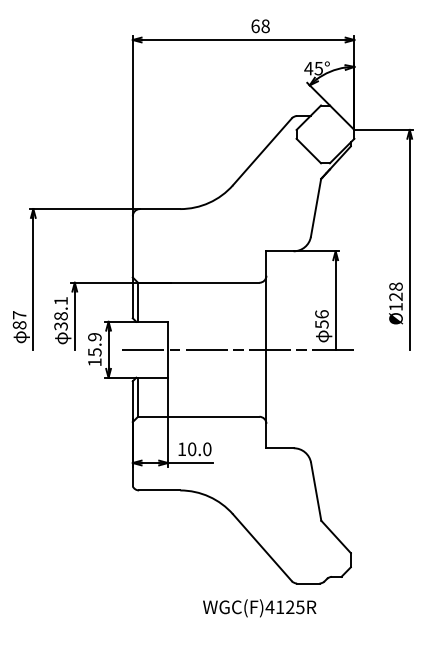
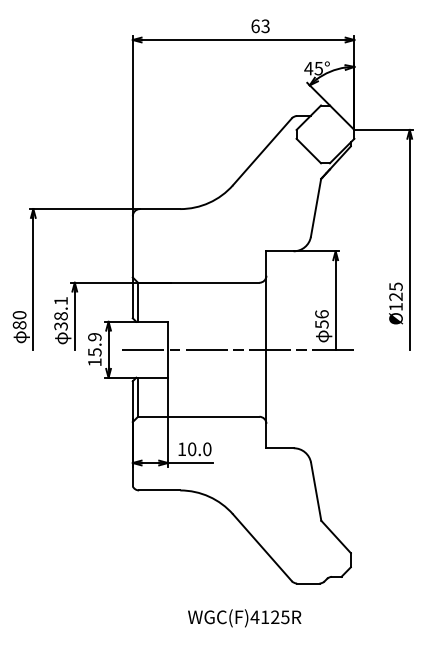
text at (265, 25): 68 -> 63
text at (395, 286): Ø128 -> Ø125
text at (19, 315): 87 -> 80
text at (259, 608) position: (259, 608) -> (244, 618)
